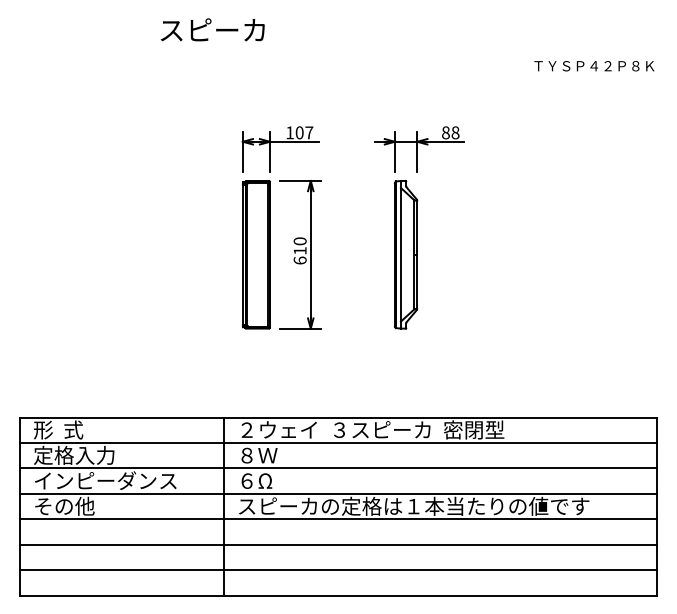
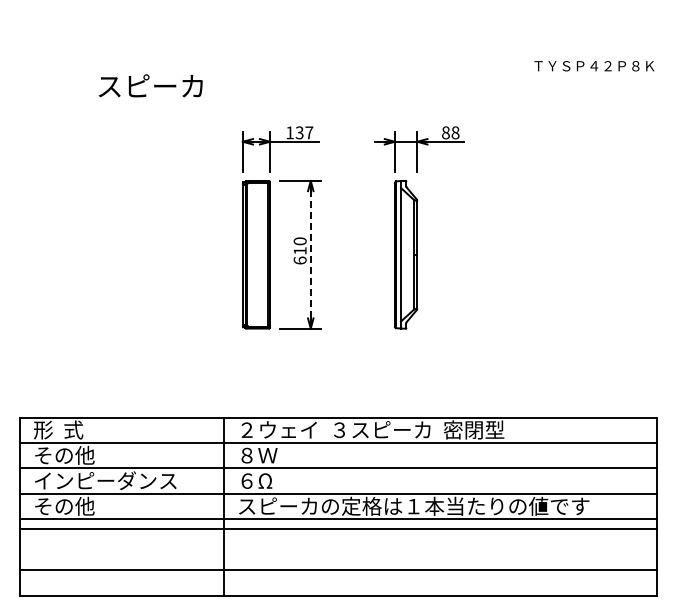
text at (212, 29) position: (212, 29) -> (150, 85)
text at (299, 132): 107 -> 137
line at (310, 254): solid -> dashed
text at (74, 454): 定格入力 -> その他
line at (338, 544) position: (338, 544) -> (338, 528)
